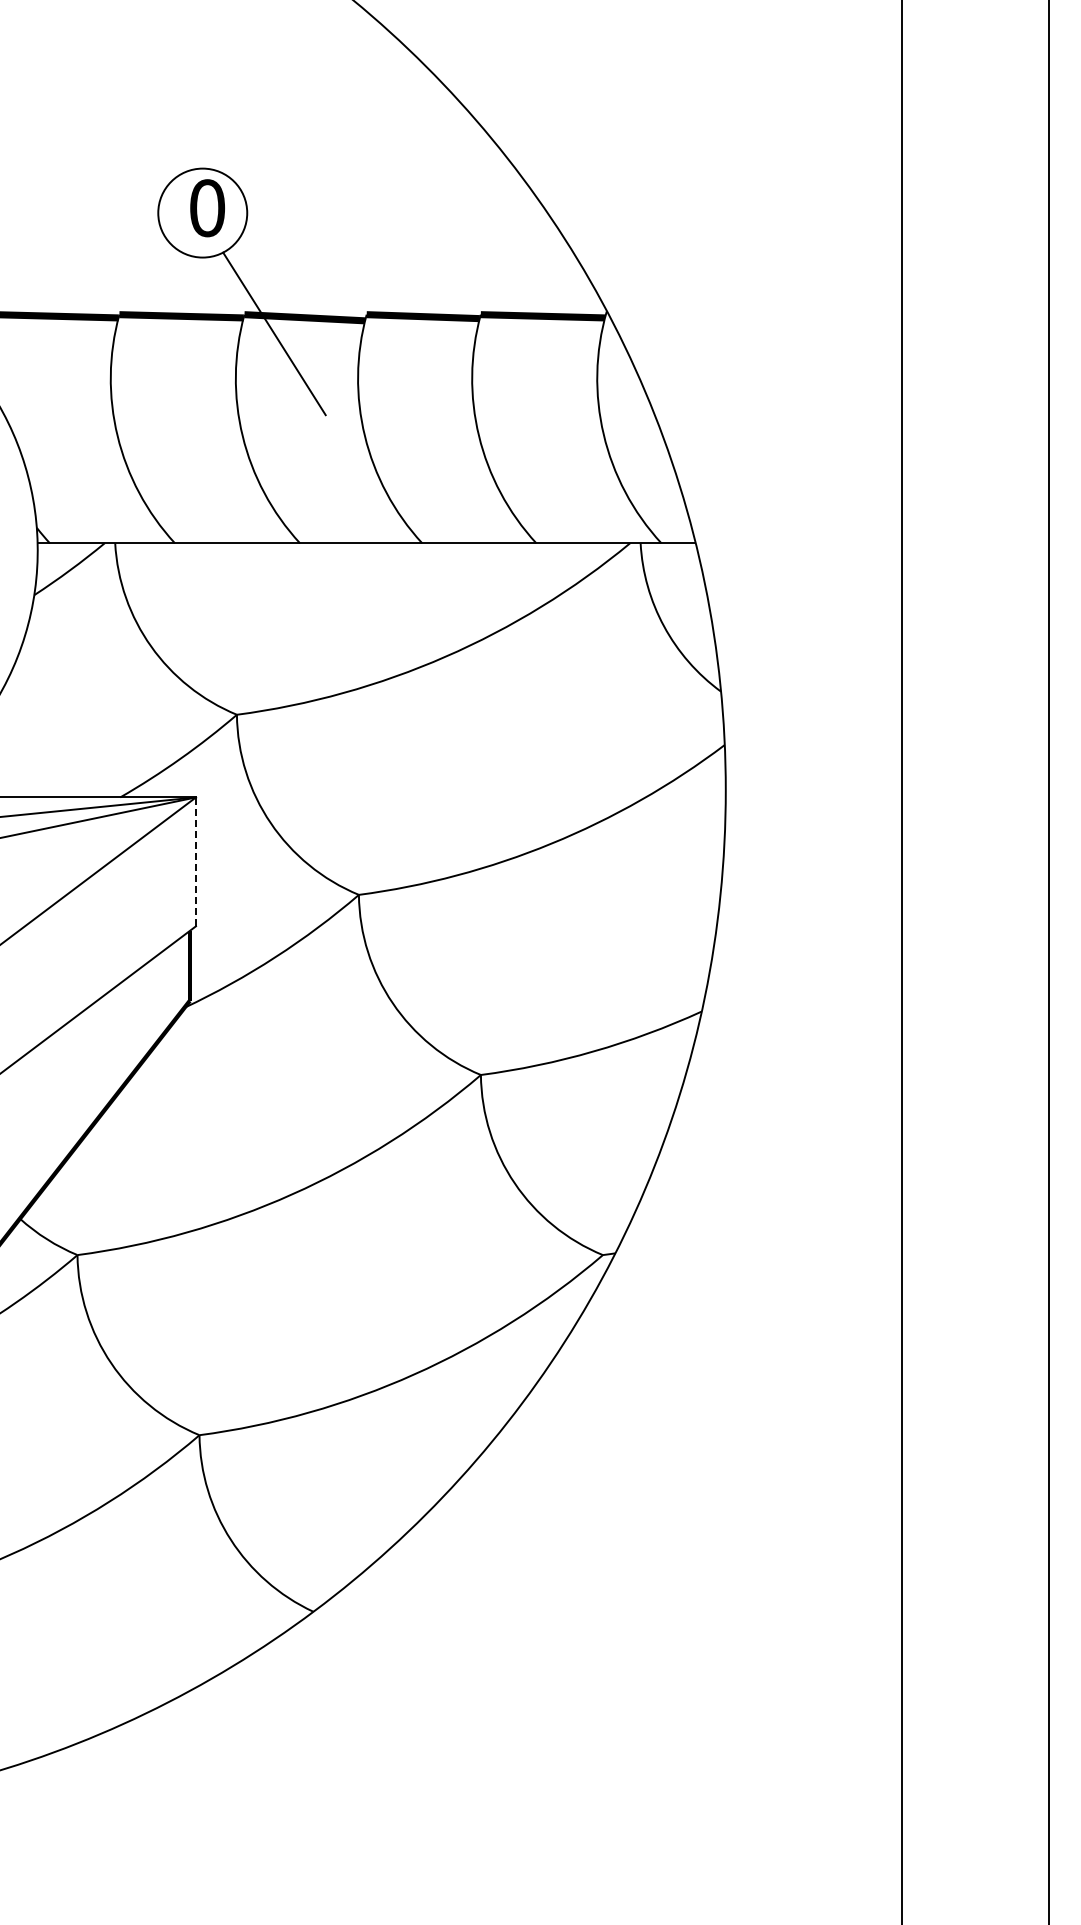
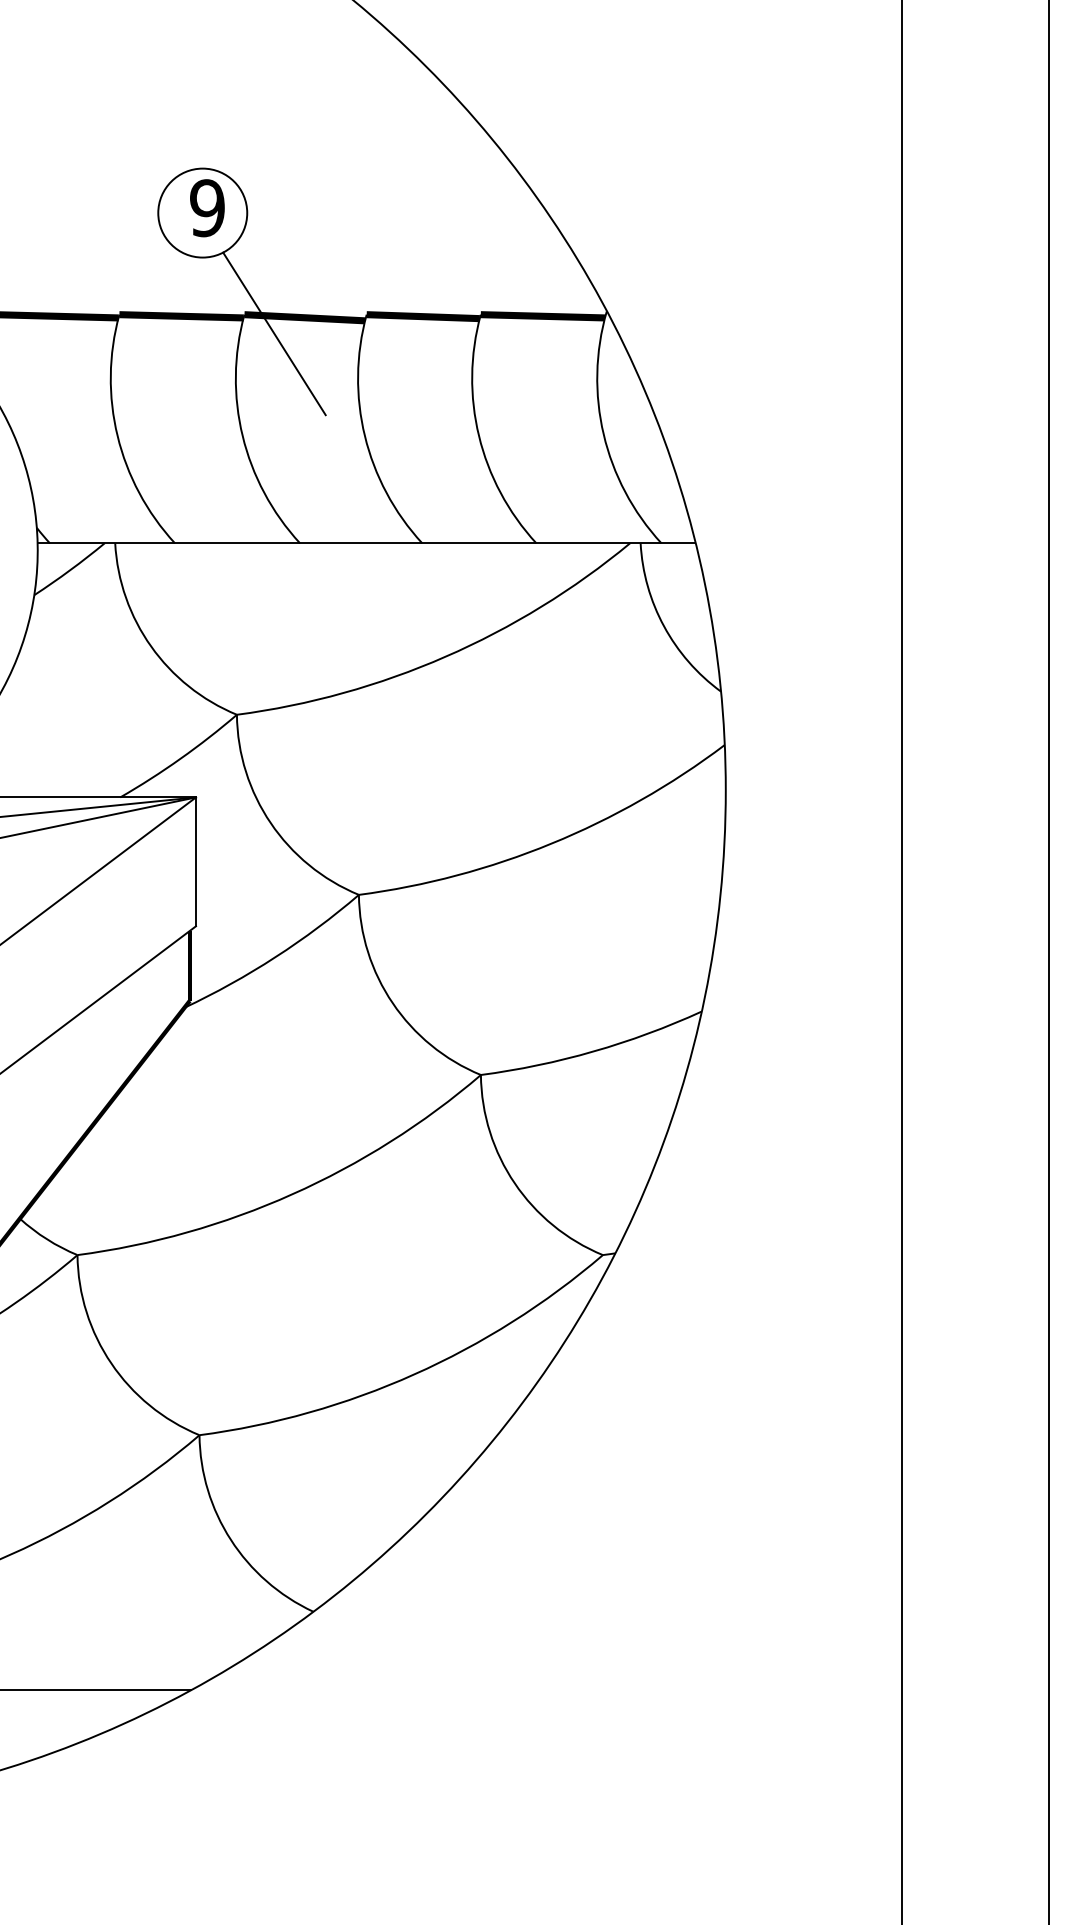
text at (207, 208): 0 -> 9
line at (196, 861): dashed -> solid
line at (96, 1689): none -> present
